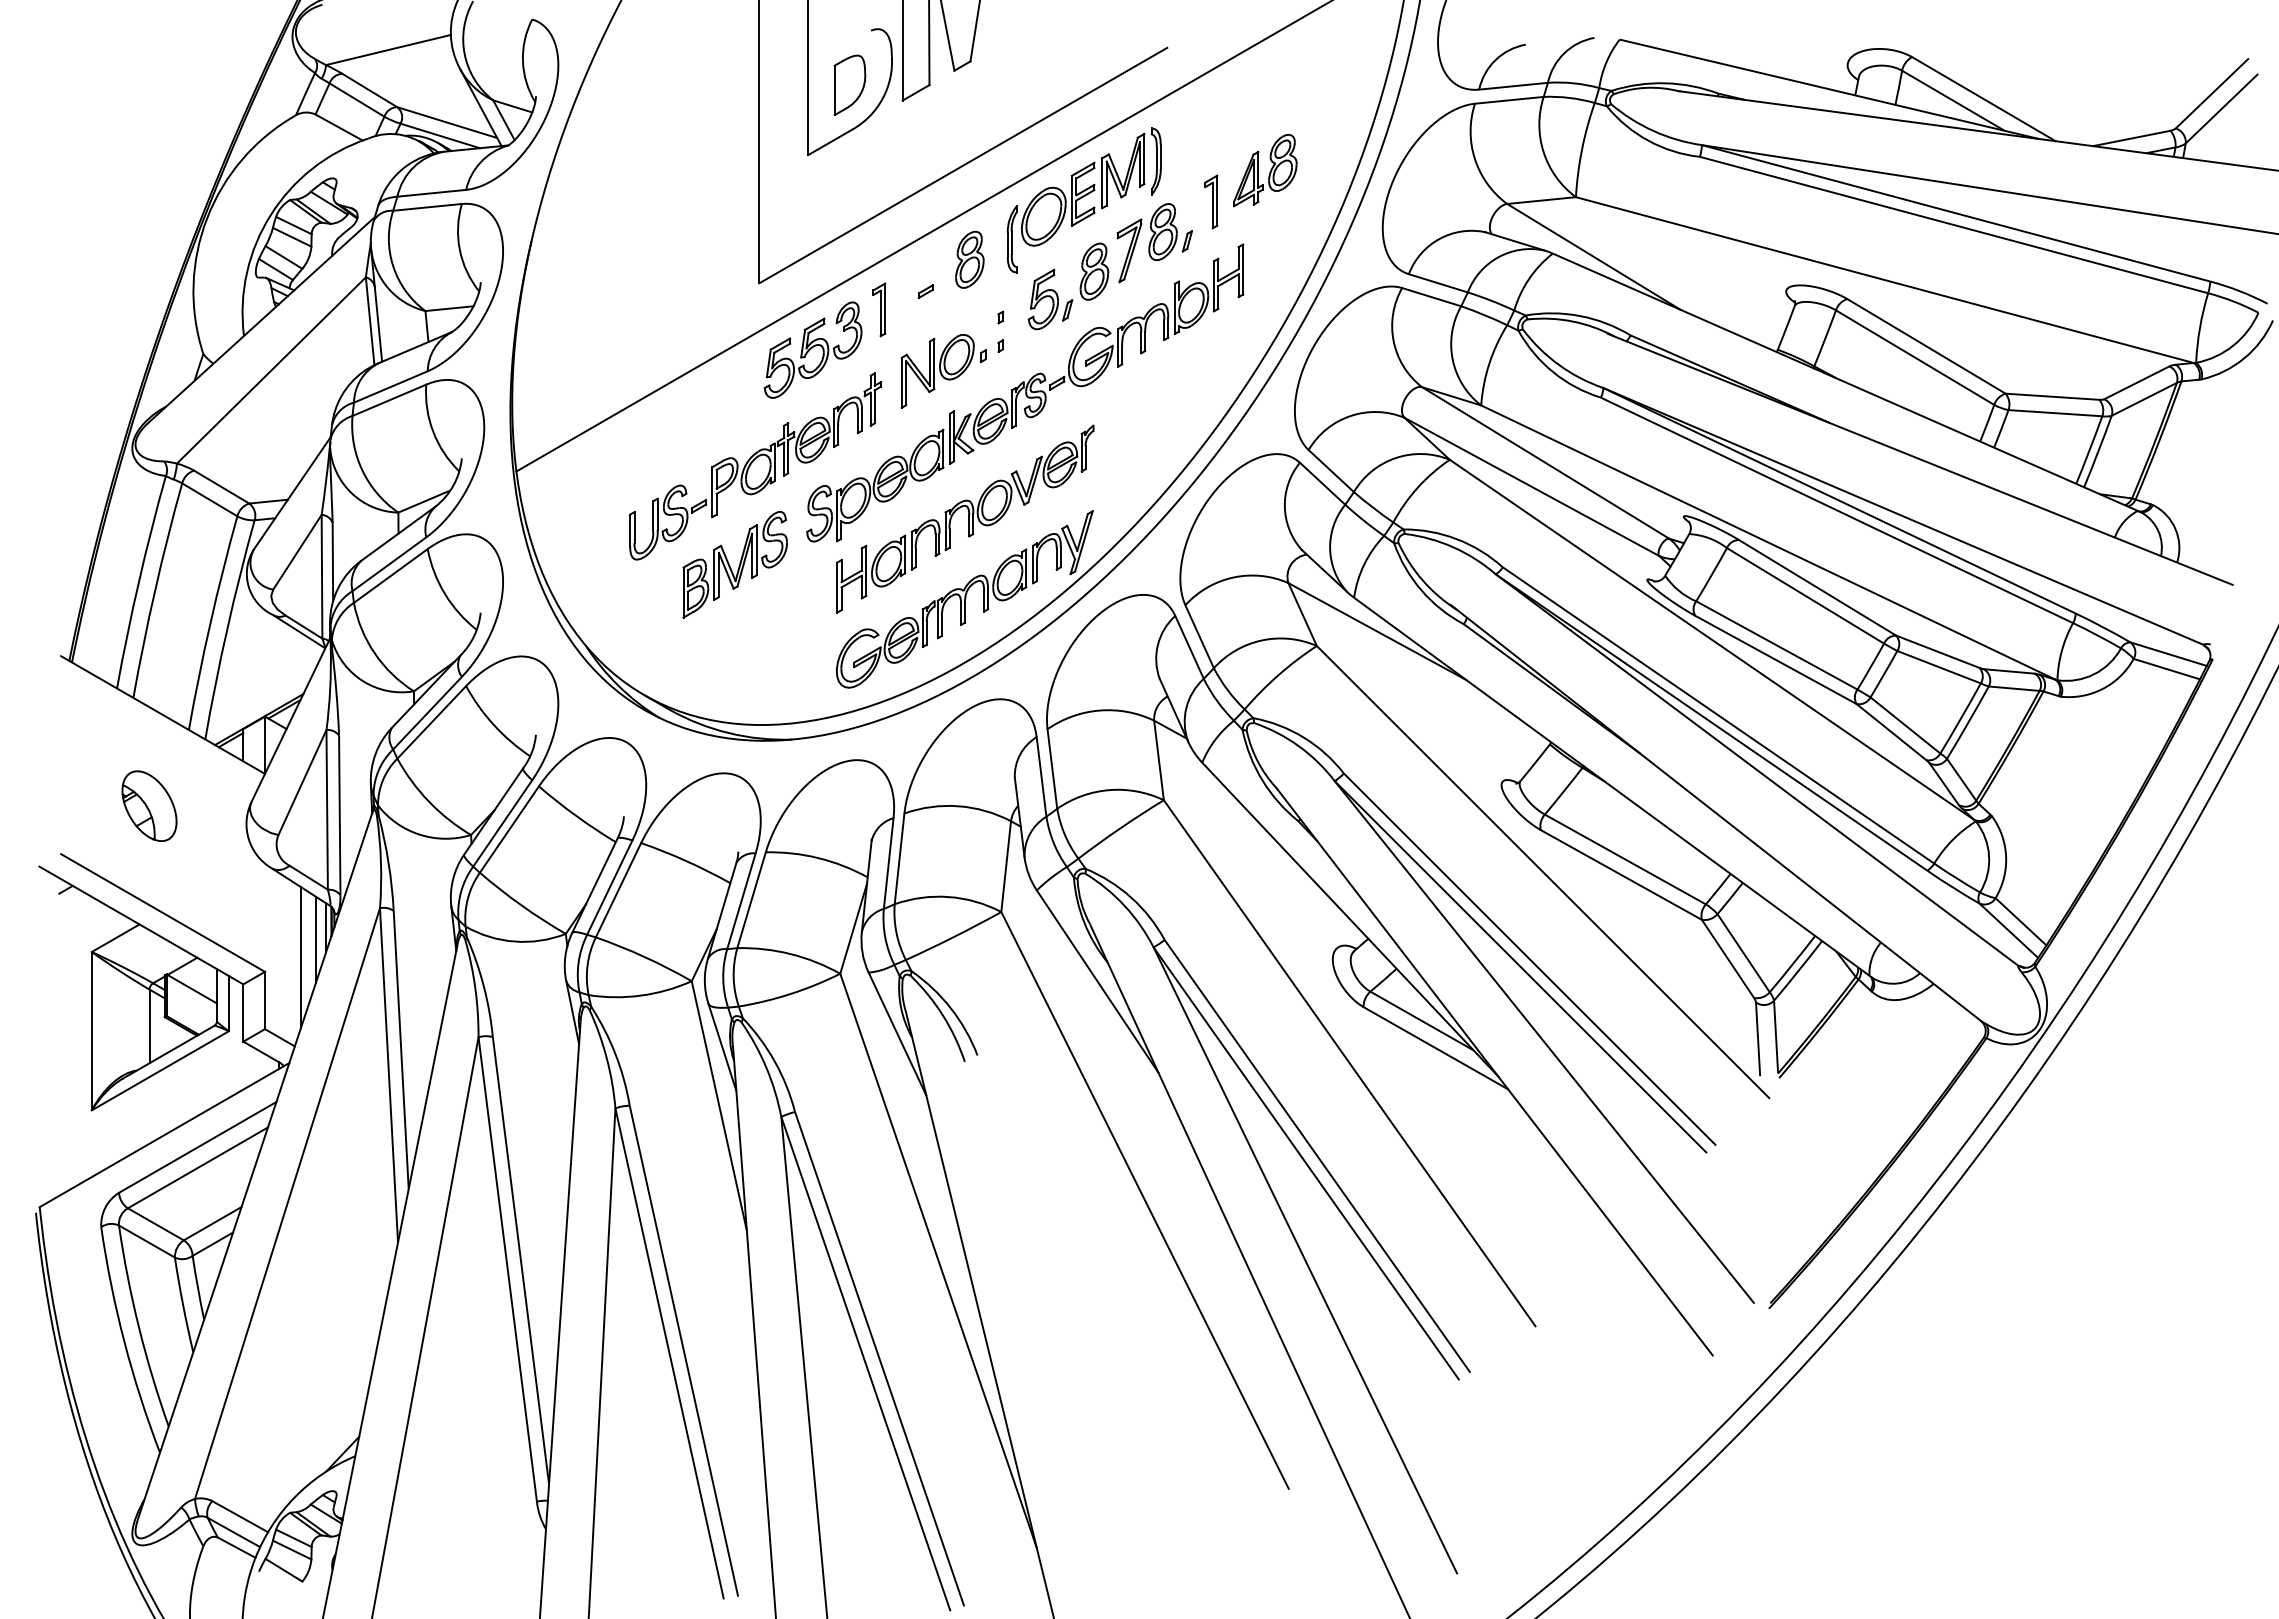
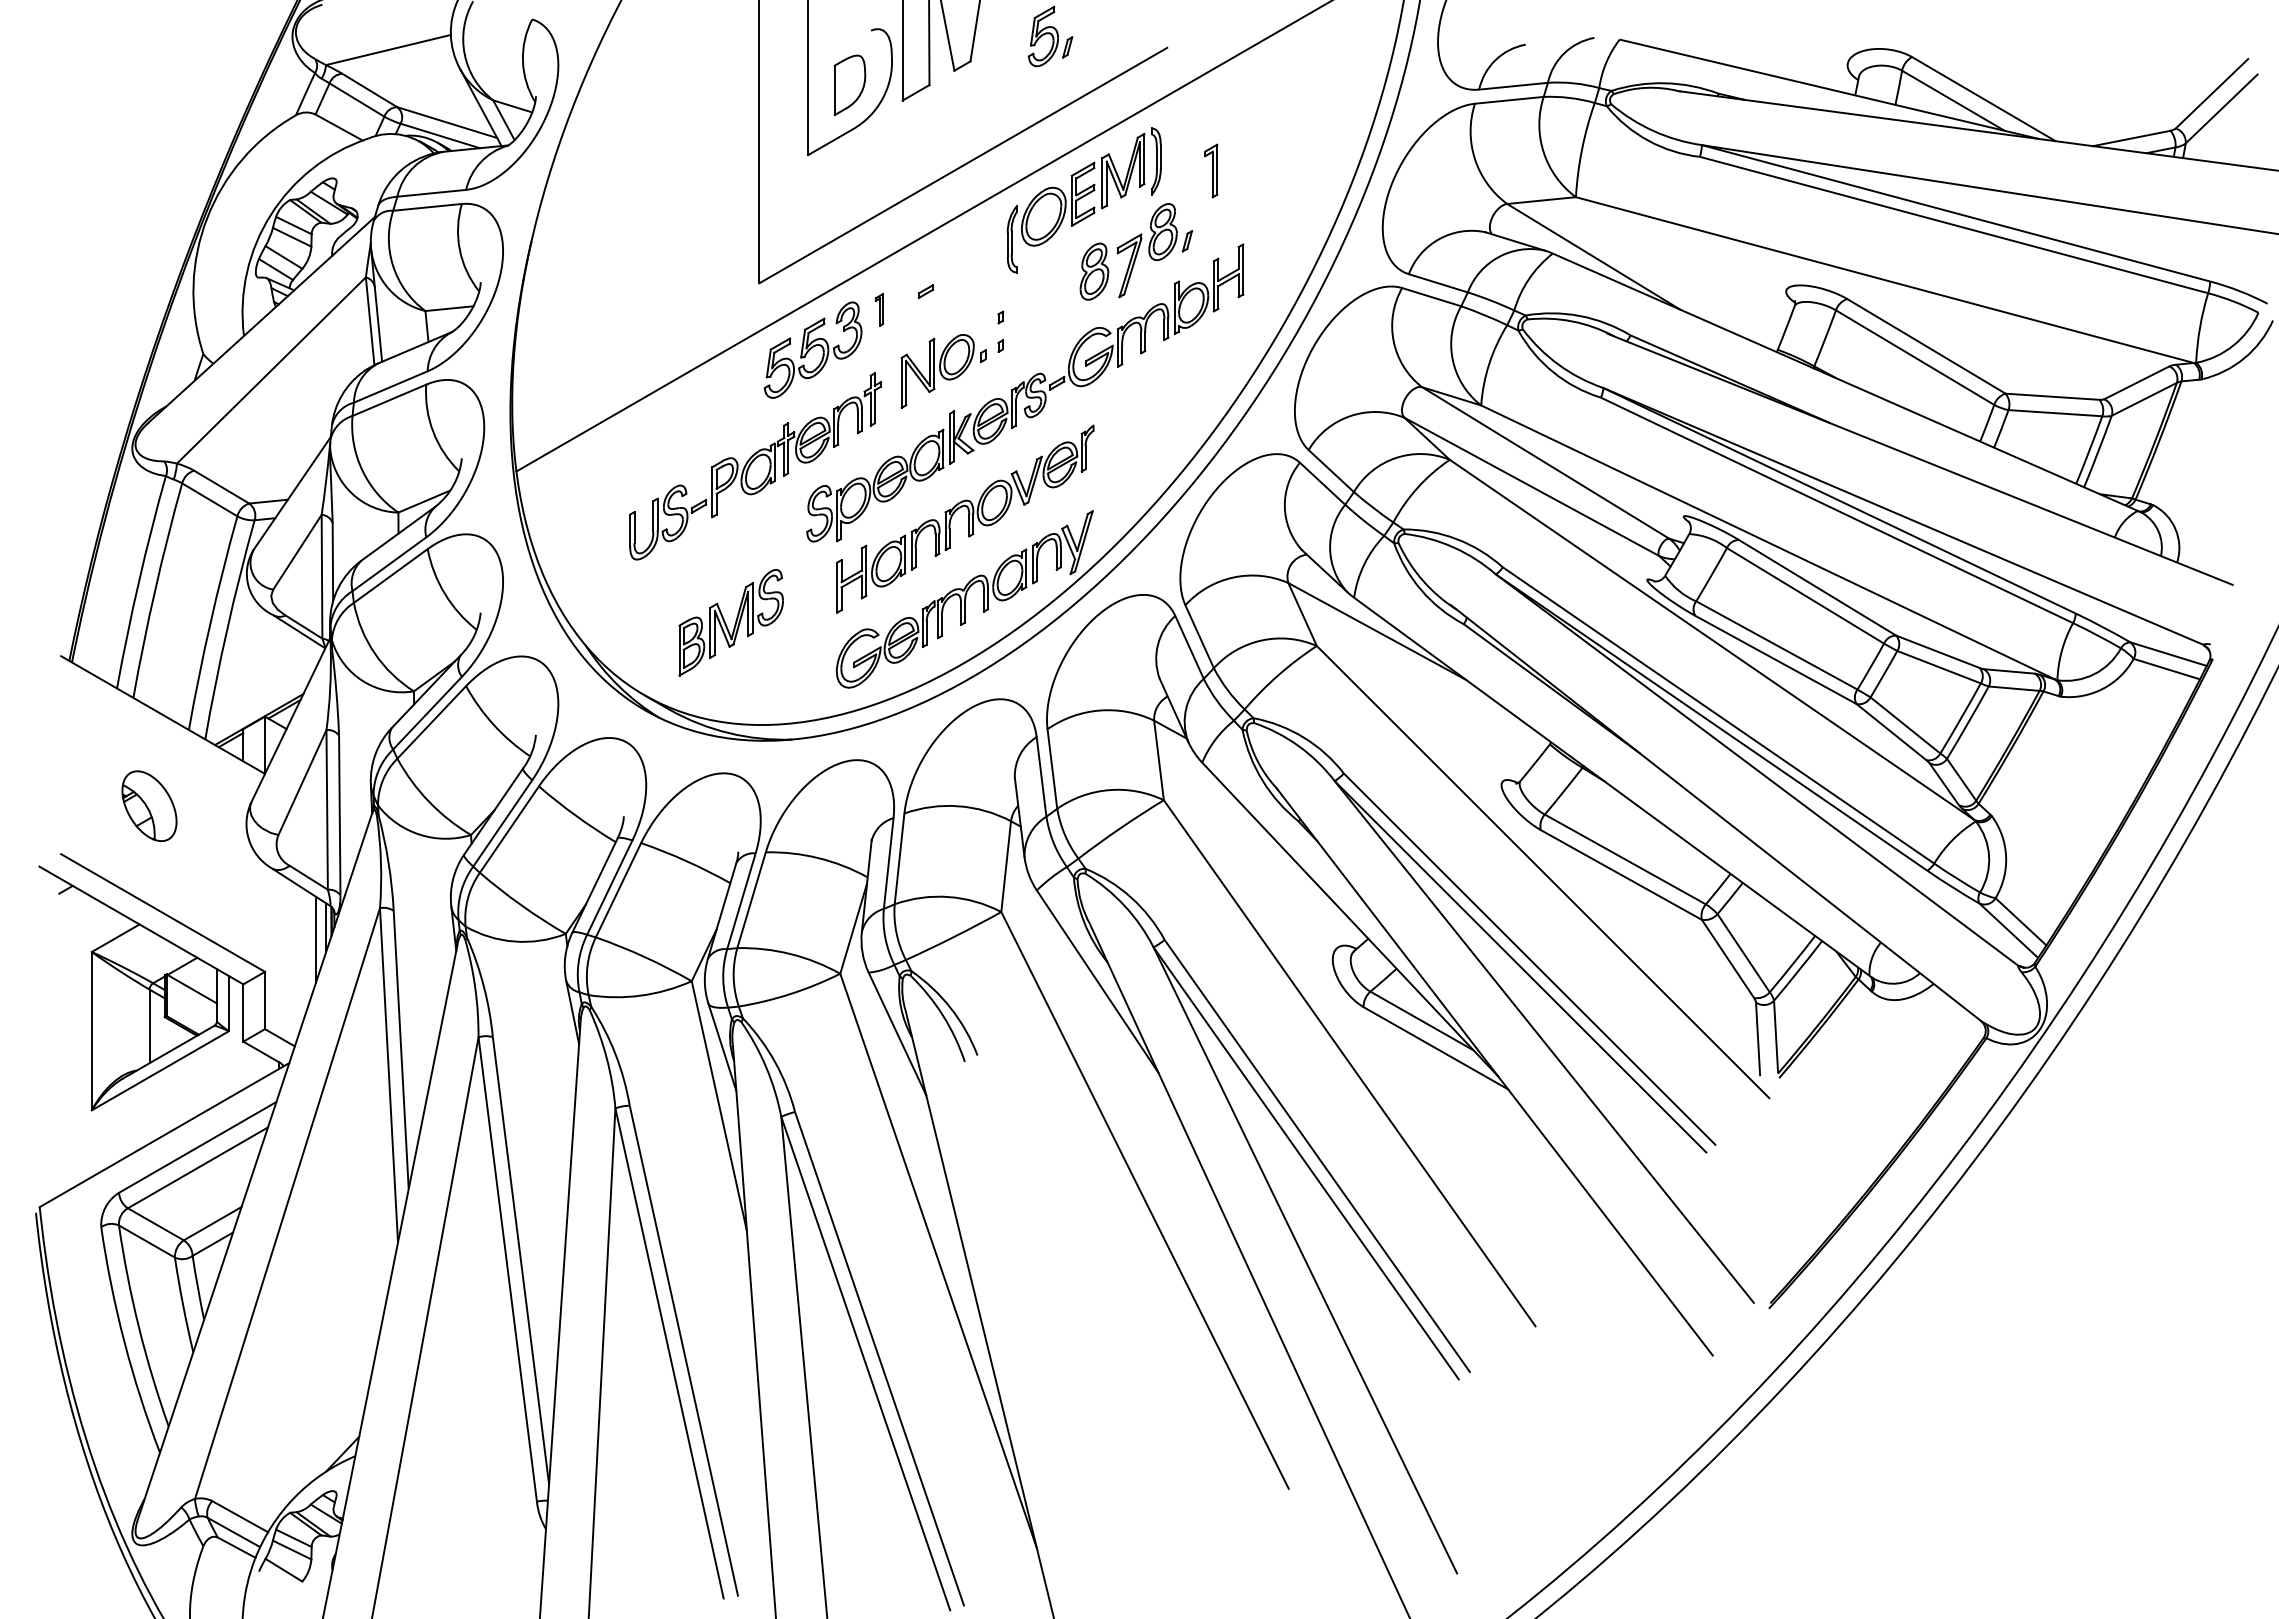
part at (1265, 170): present -> none
part at (1211, 201) position: (1211, 201) -> (1211, 170)
part at (1129, 250) position: (1129, 250) -> (1129, 265)
part at (969, 259): present -> none
part at (1050, 299) position: (1050, 299) -> (1050, 36)
part at (879, 309) size: 15x56 px -> 10x34 px
part at (734, 564) position: (734, 564) -> (730, 622)
line at (301, 957): present -> none
